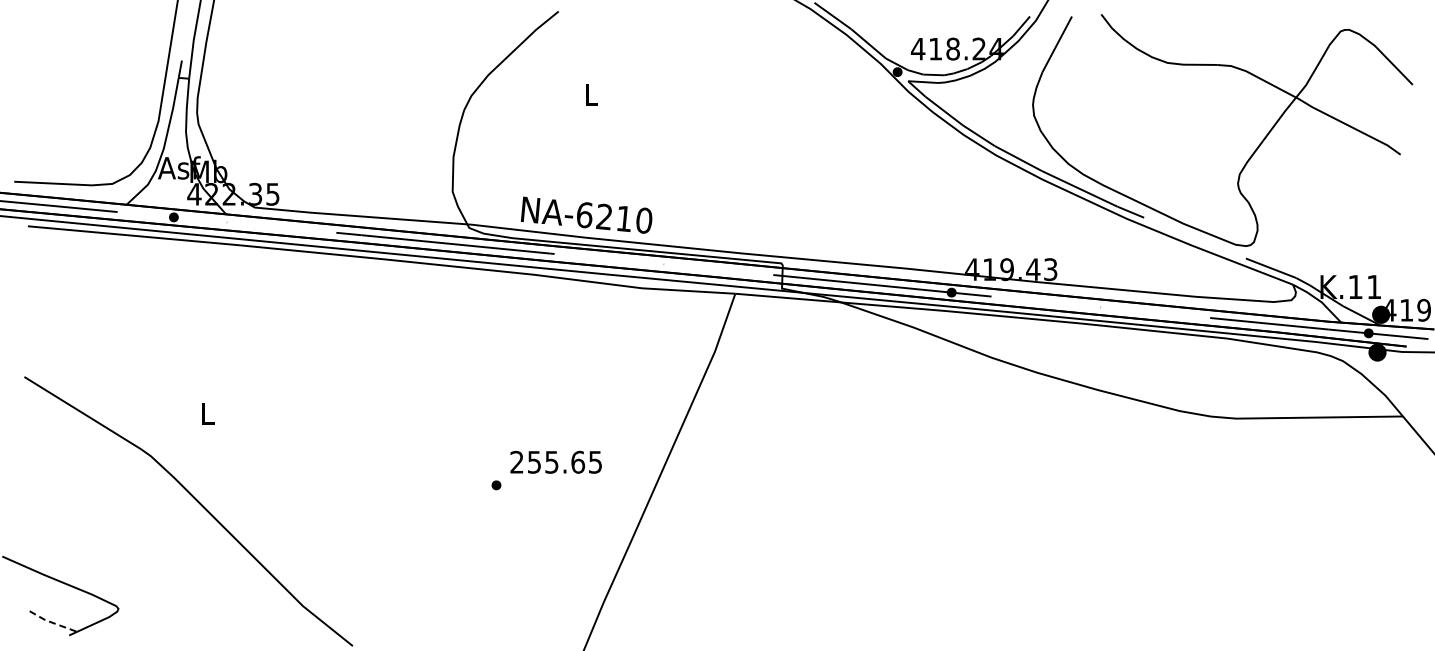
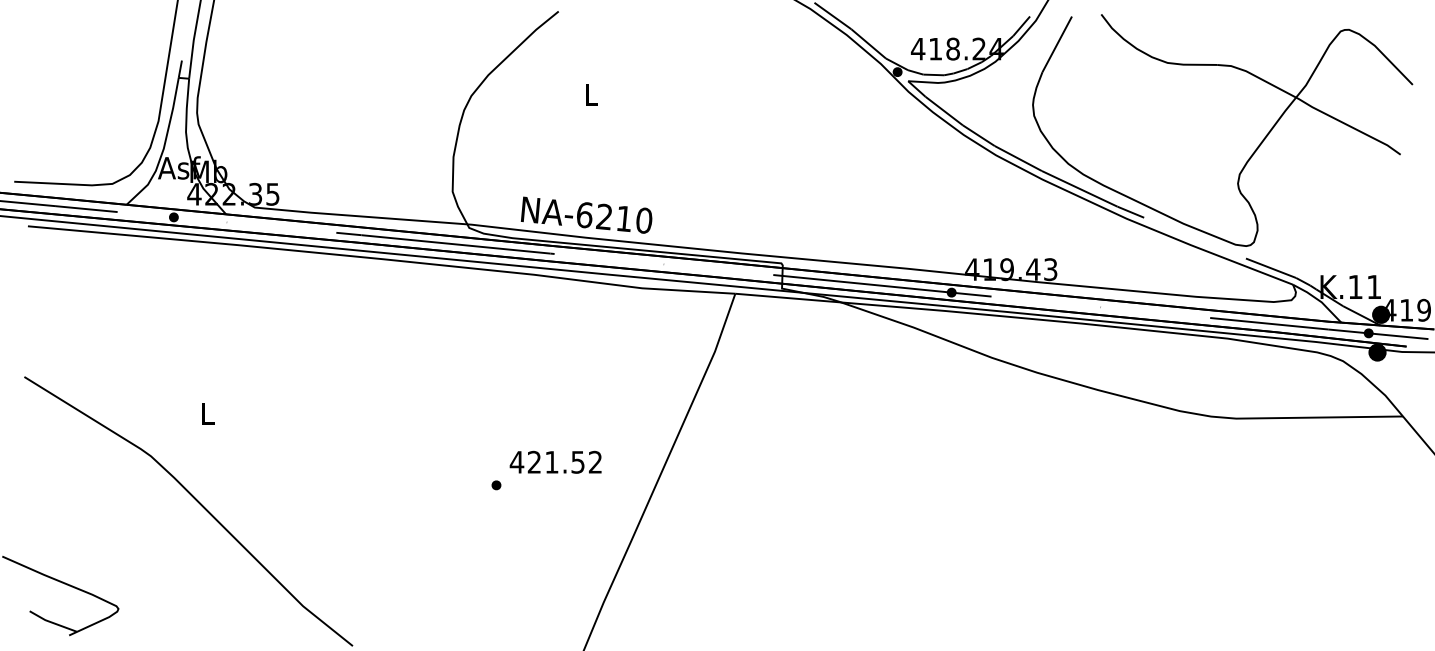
text at (555, 461): 255.65 -> 421.52
line at (51, 622): dashed -> solid
